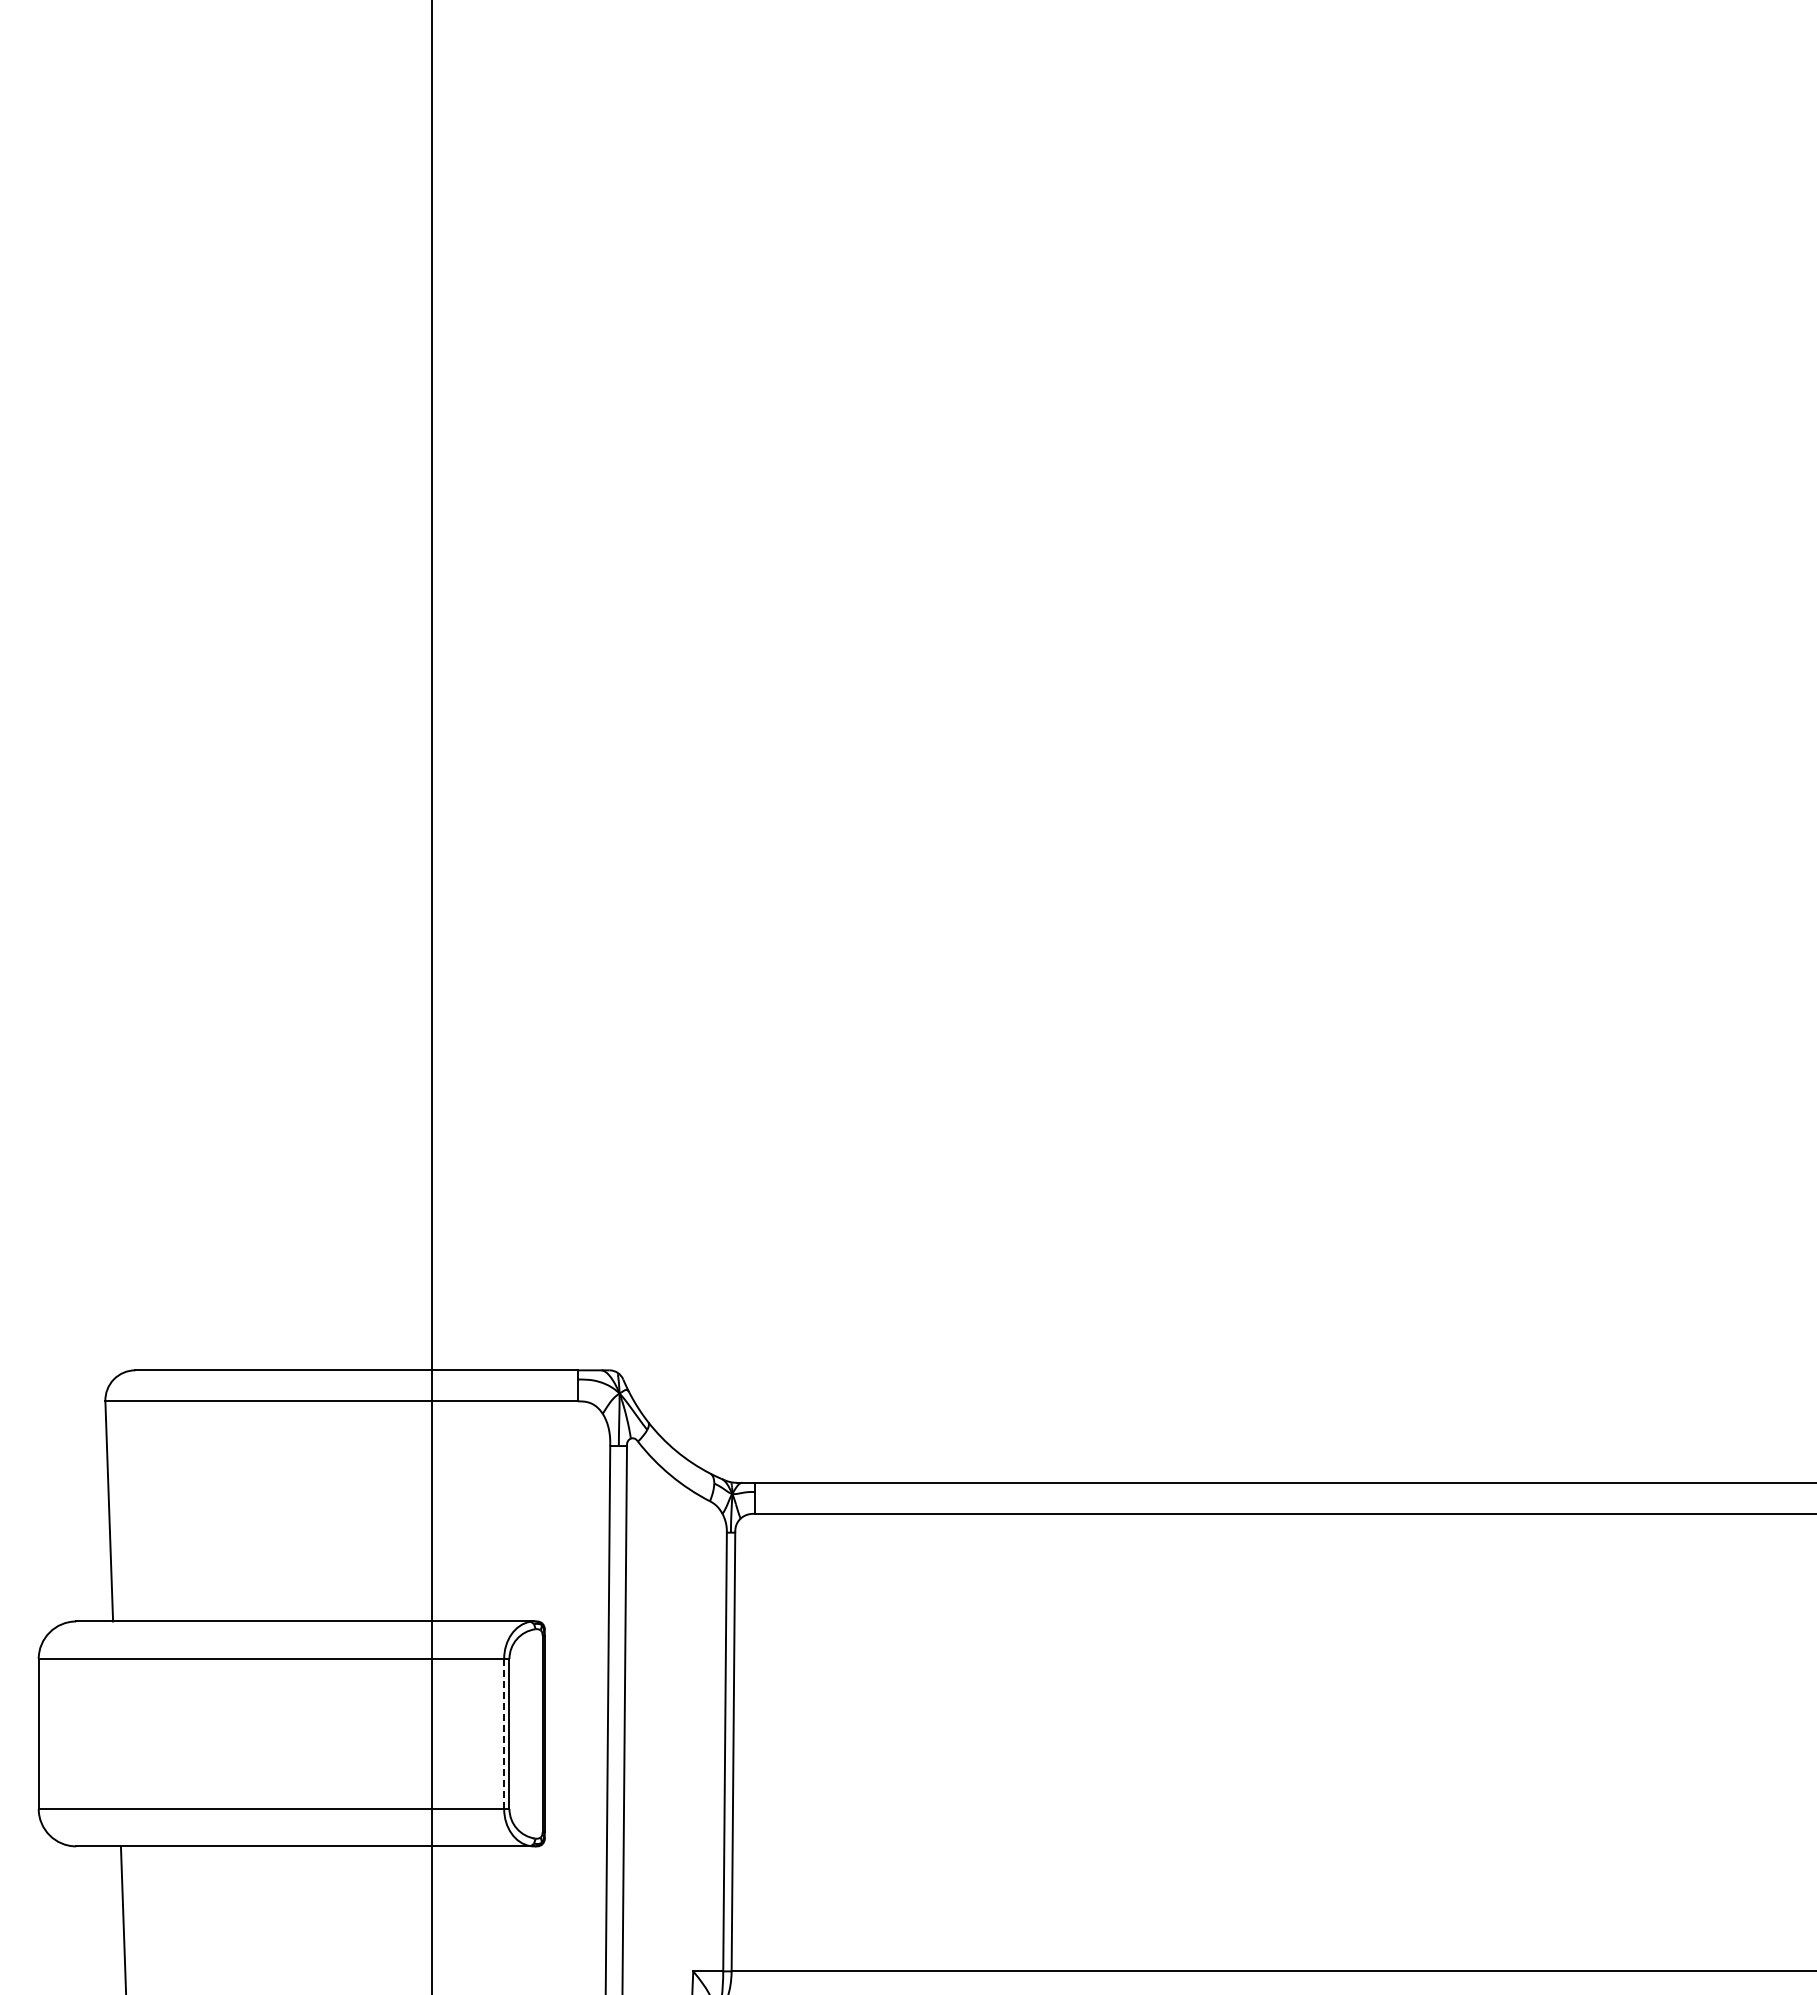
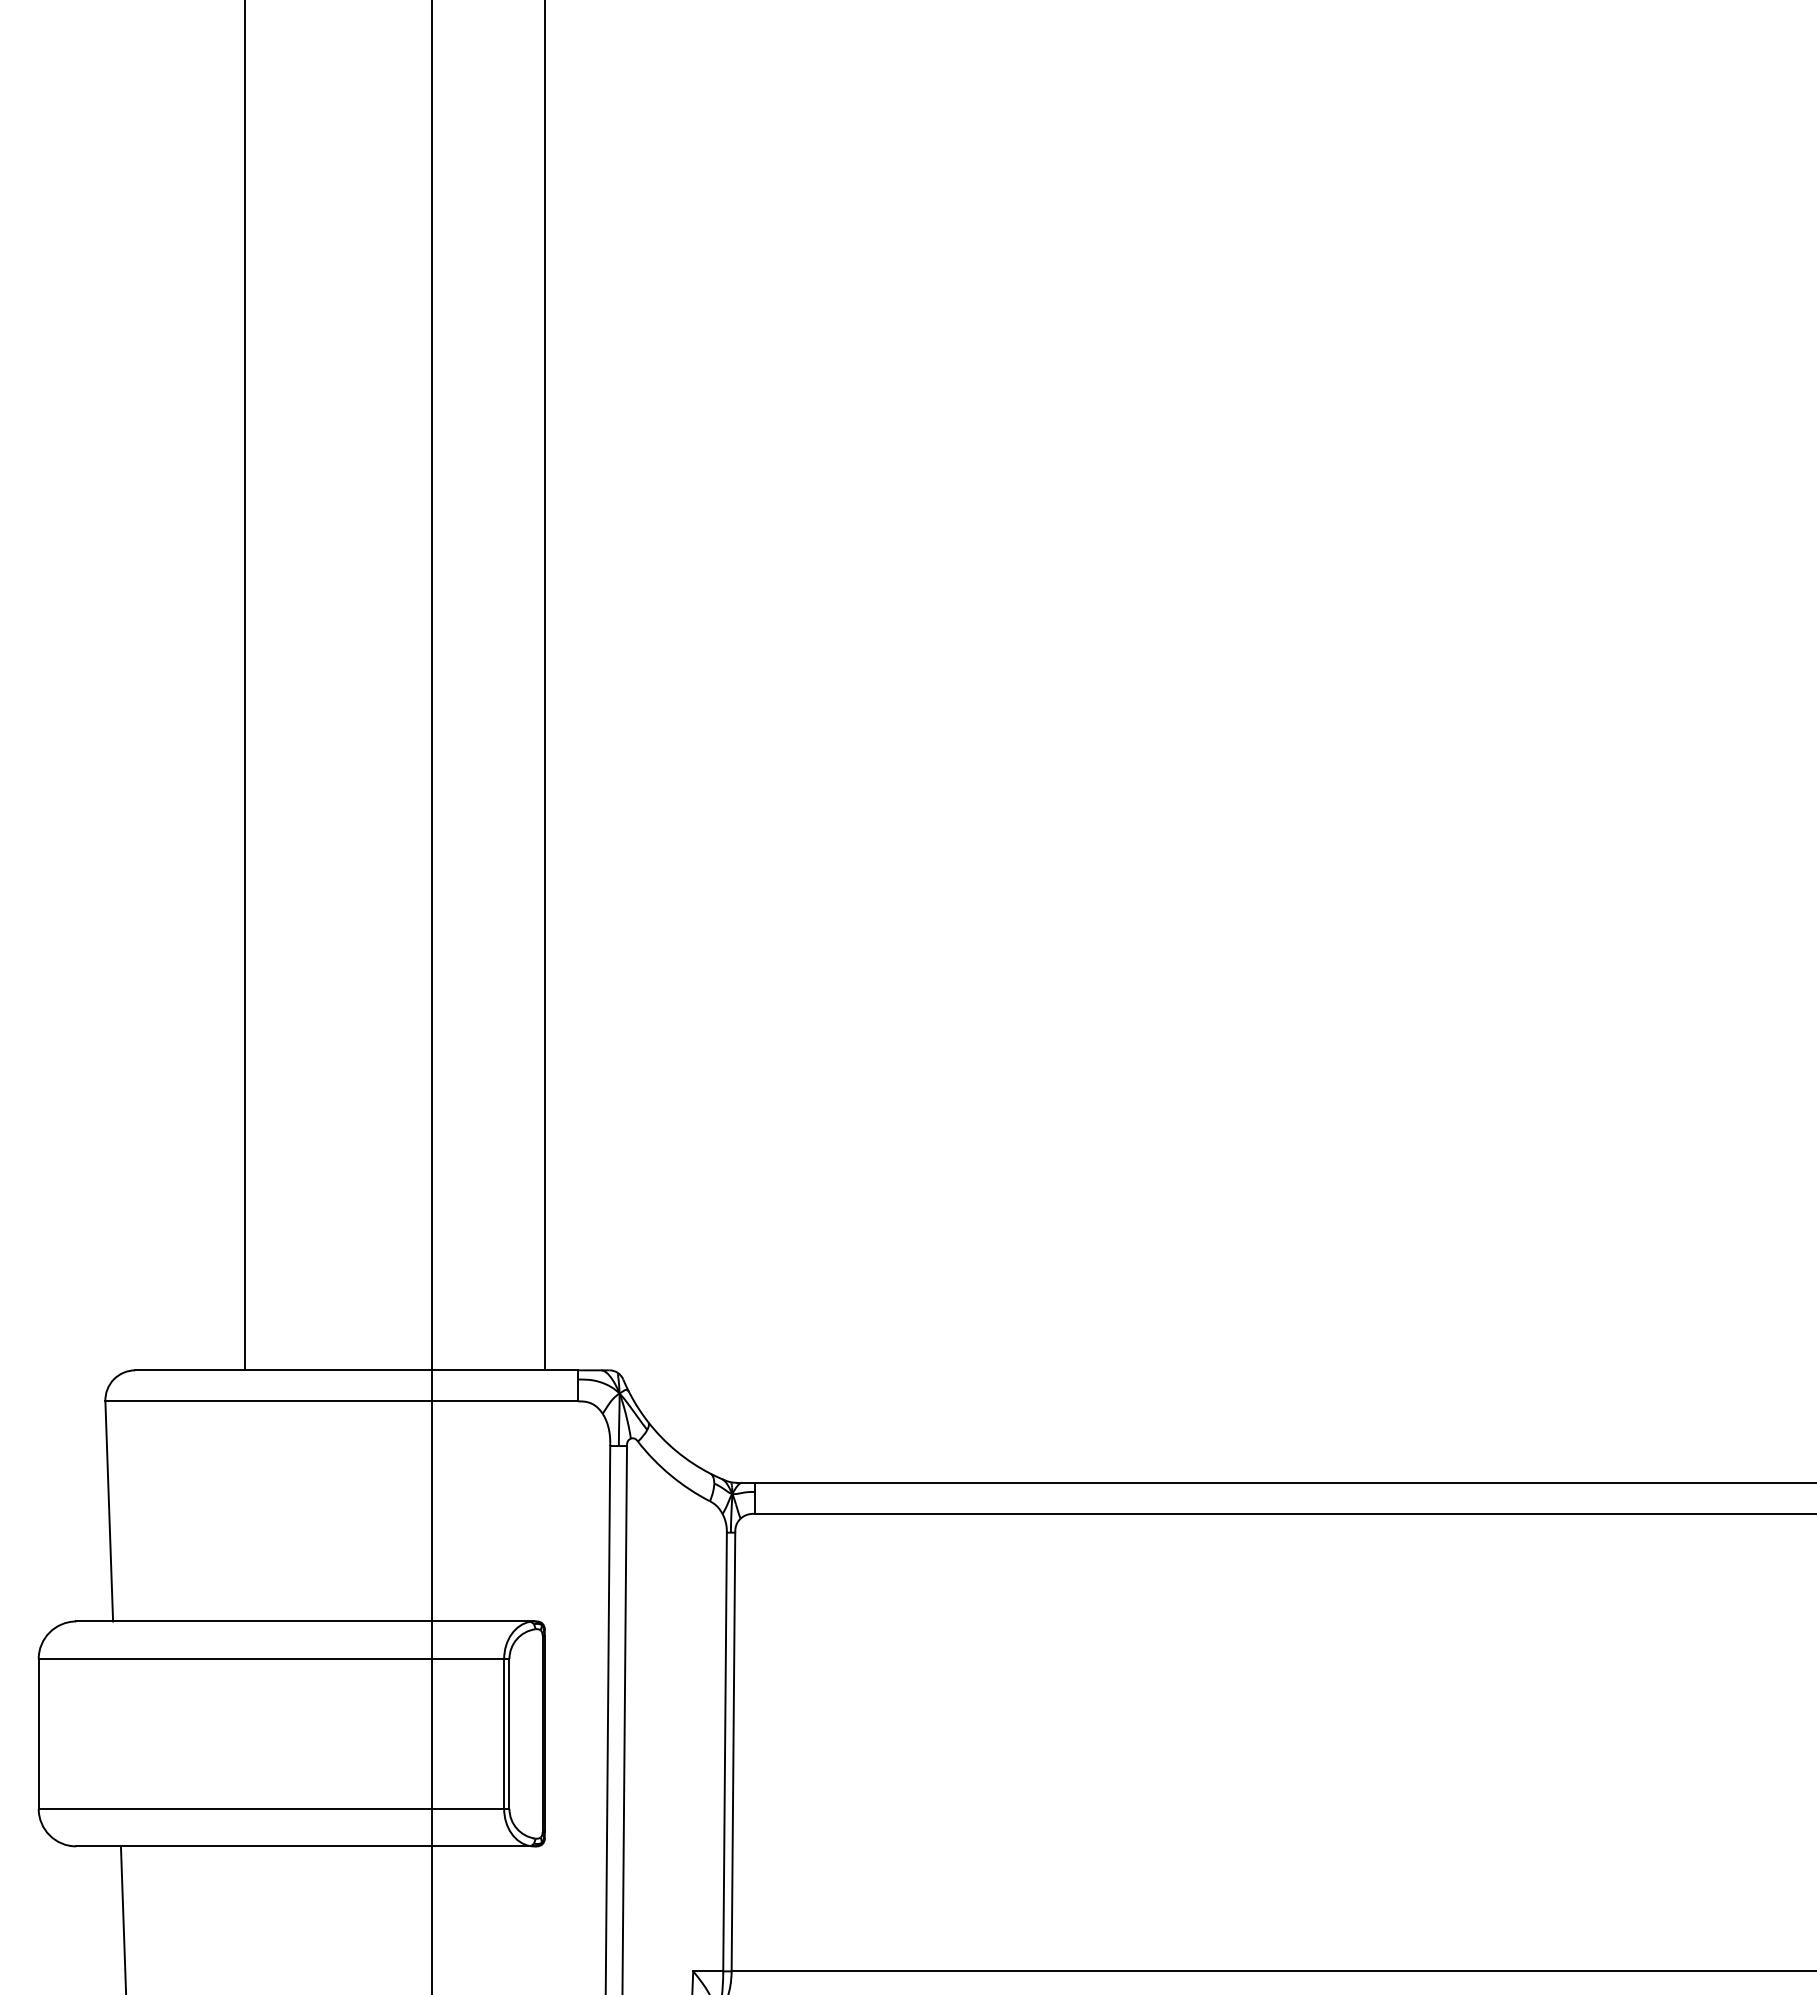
line at (244, 686): none -> present
line at (544, 686): none -> present
line at (504, 1733): dashed -> solid
